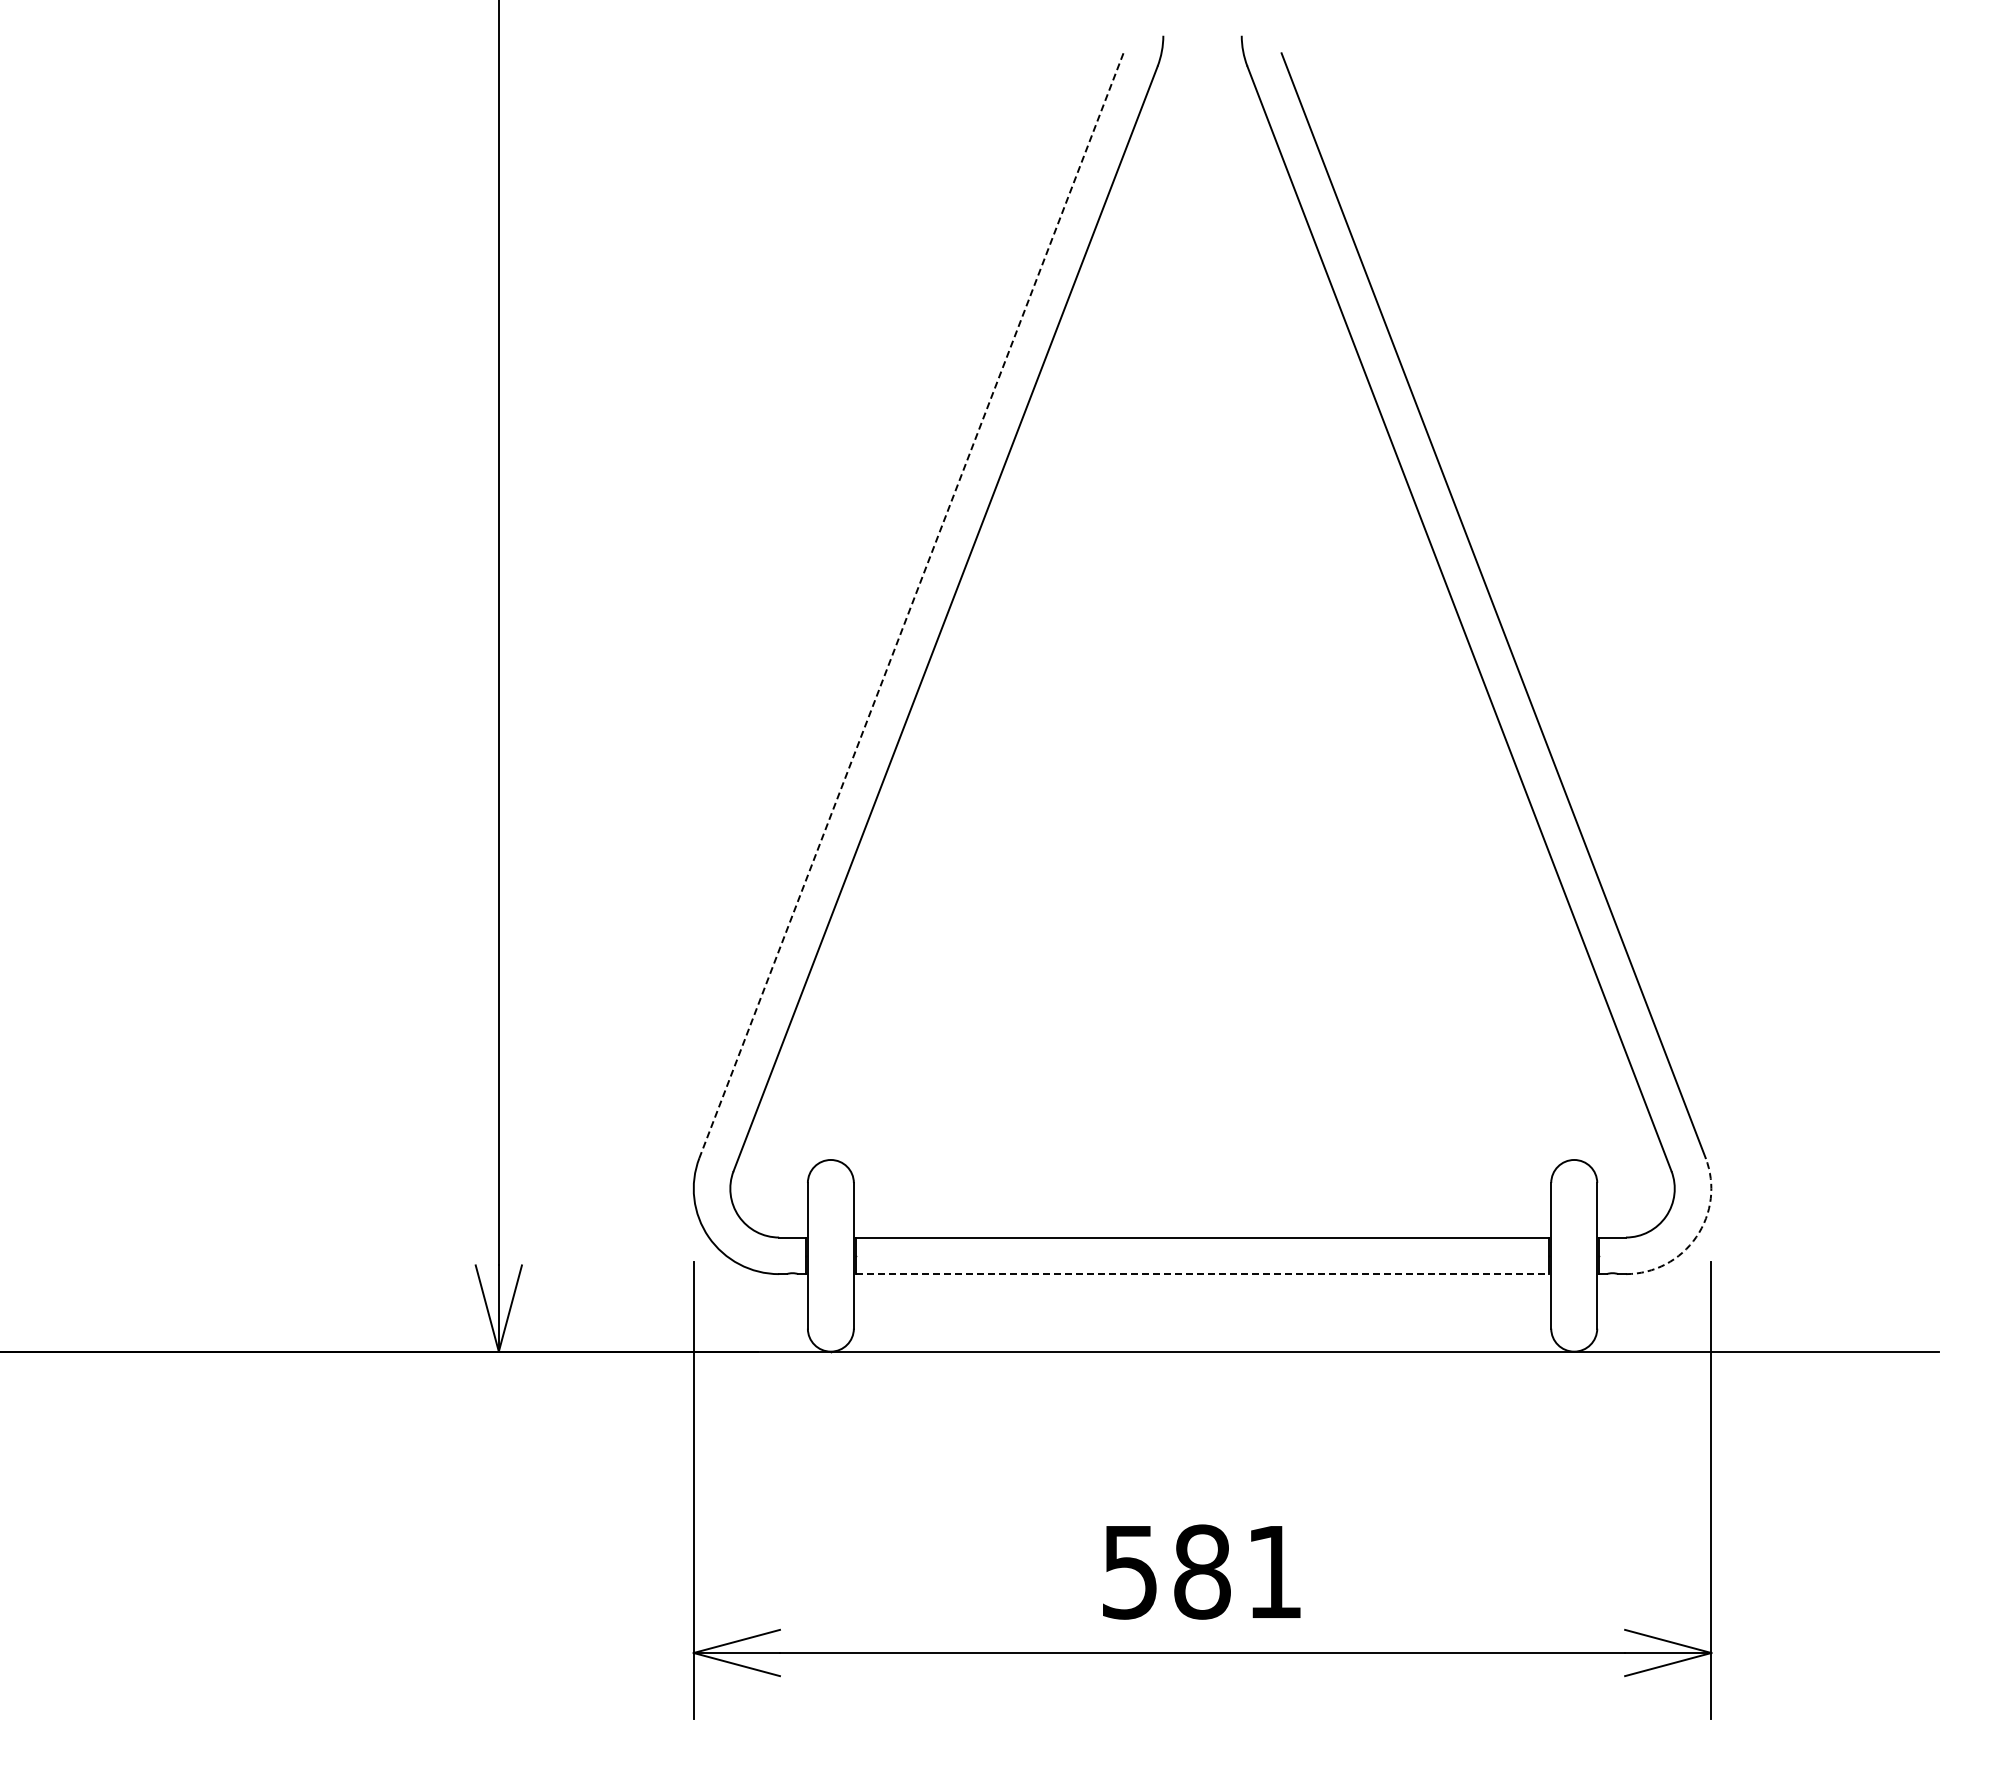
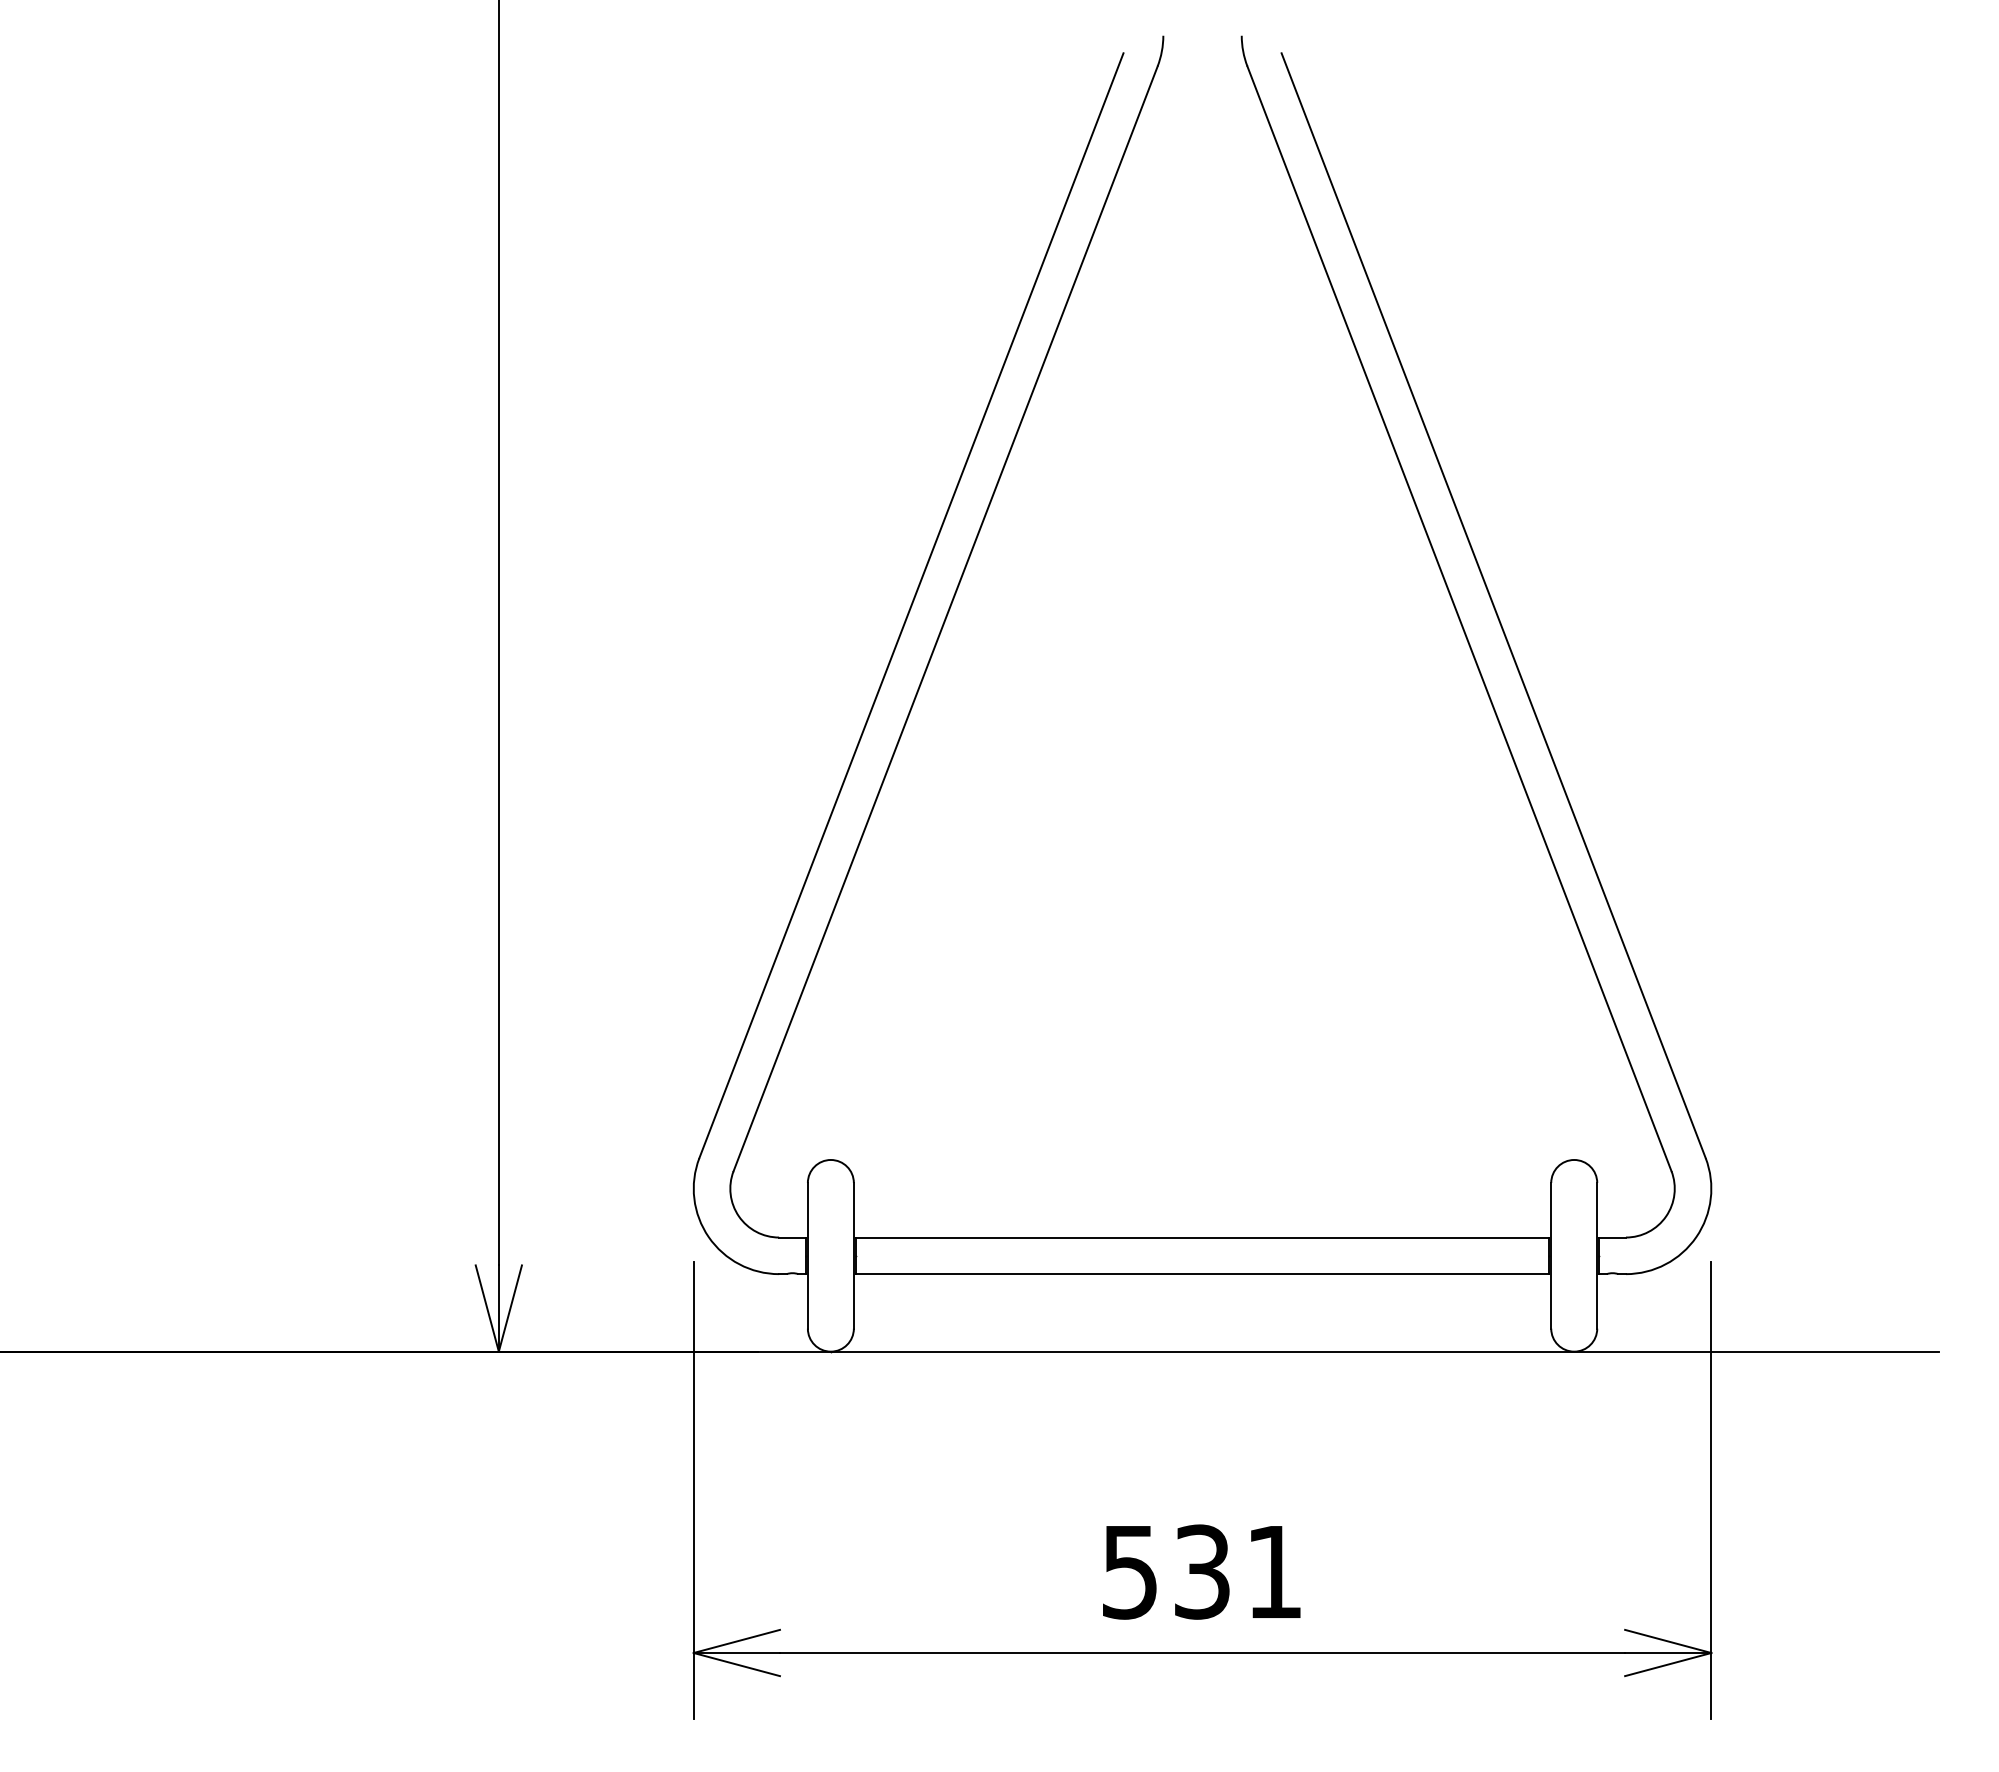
line at (911, 605): dashed -> solid
arc at (1696, 1237): dashed -> solid
line at (1202, 1274): dashed -> solid
text at (1202, 1571): 581 -> 531
